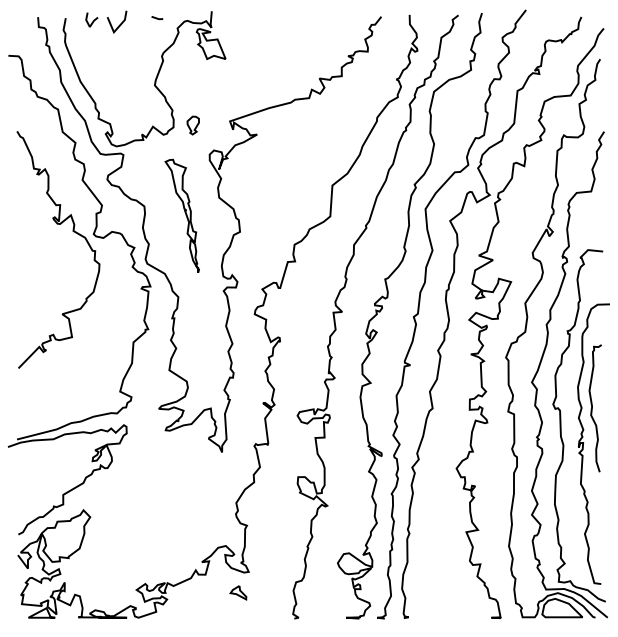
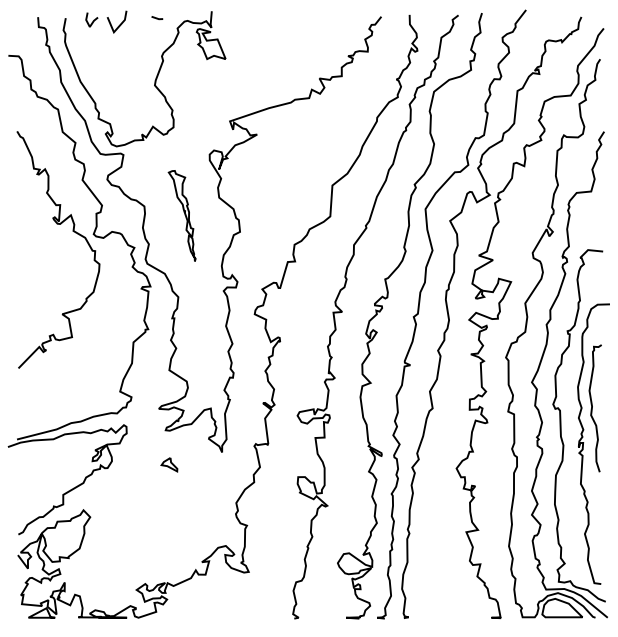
part at (192, 125): present -> none
part at (181, 215) size: 36x115 px -> 30x92 px
part at (238, 592) position: (238, 592) -> (169, 464)
